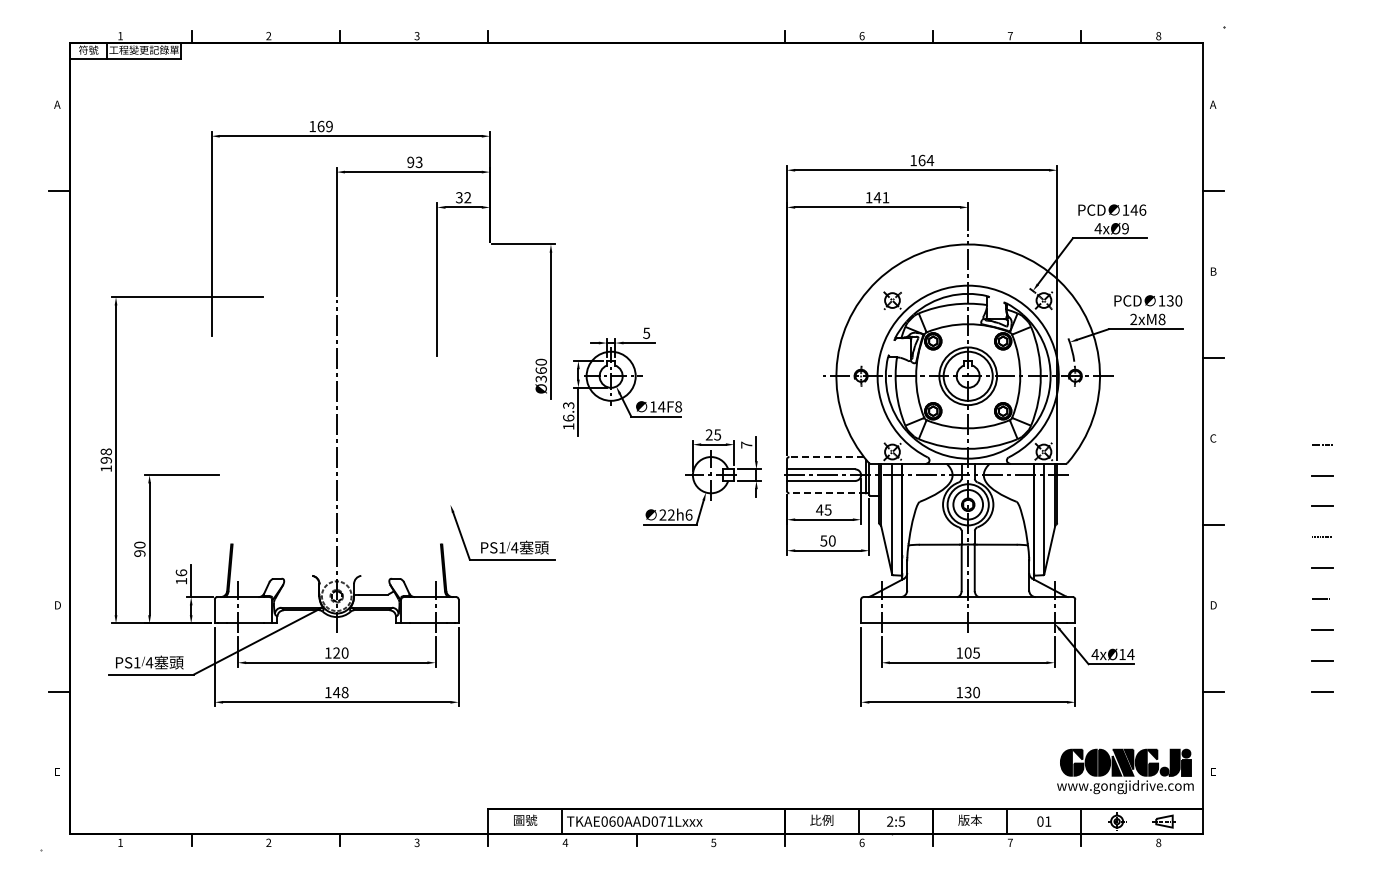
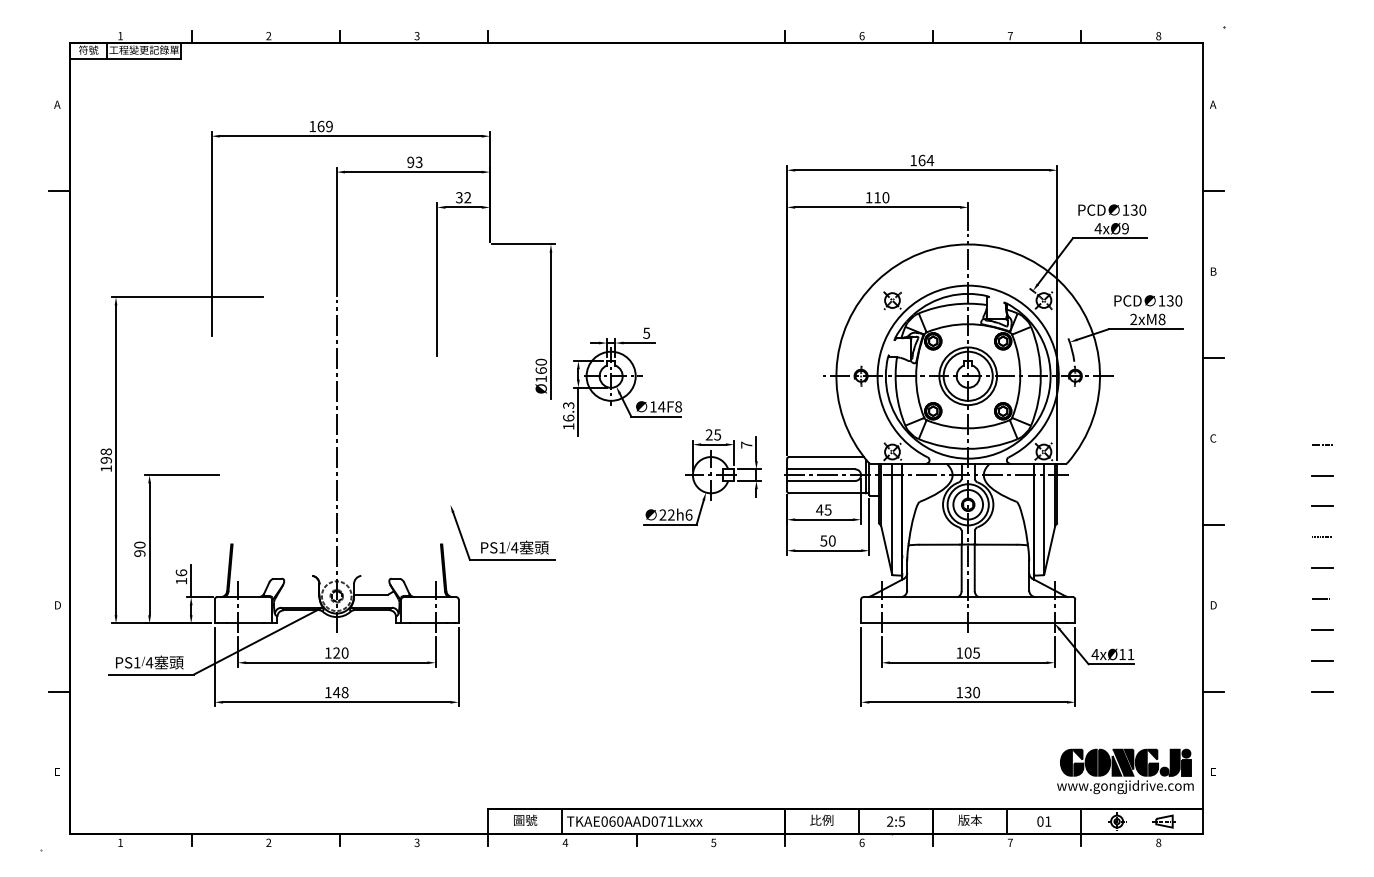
text at (881, 197): 141 -> 110
text at (1138, 209): 146 -> 130
text at (540, 378): Ø360 -> Ø160
line at (826, 457): dashed -> solid
line at (827, 493): dashed -> solid
text at (1130, 654): 4xØ14 -> 4xØ11
